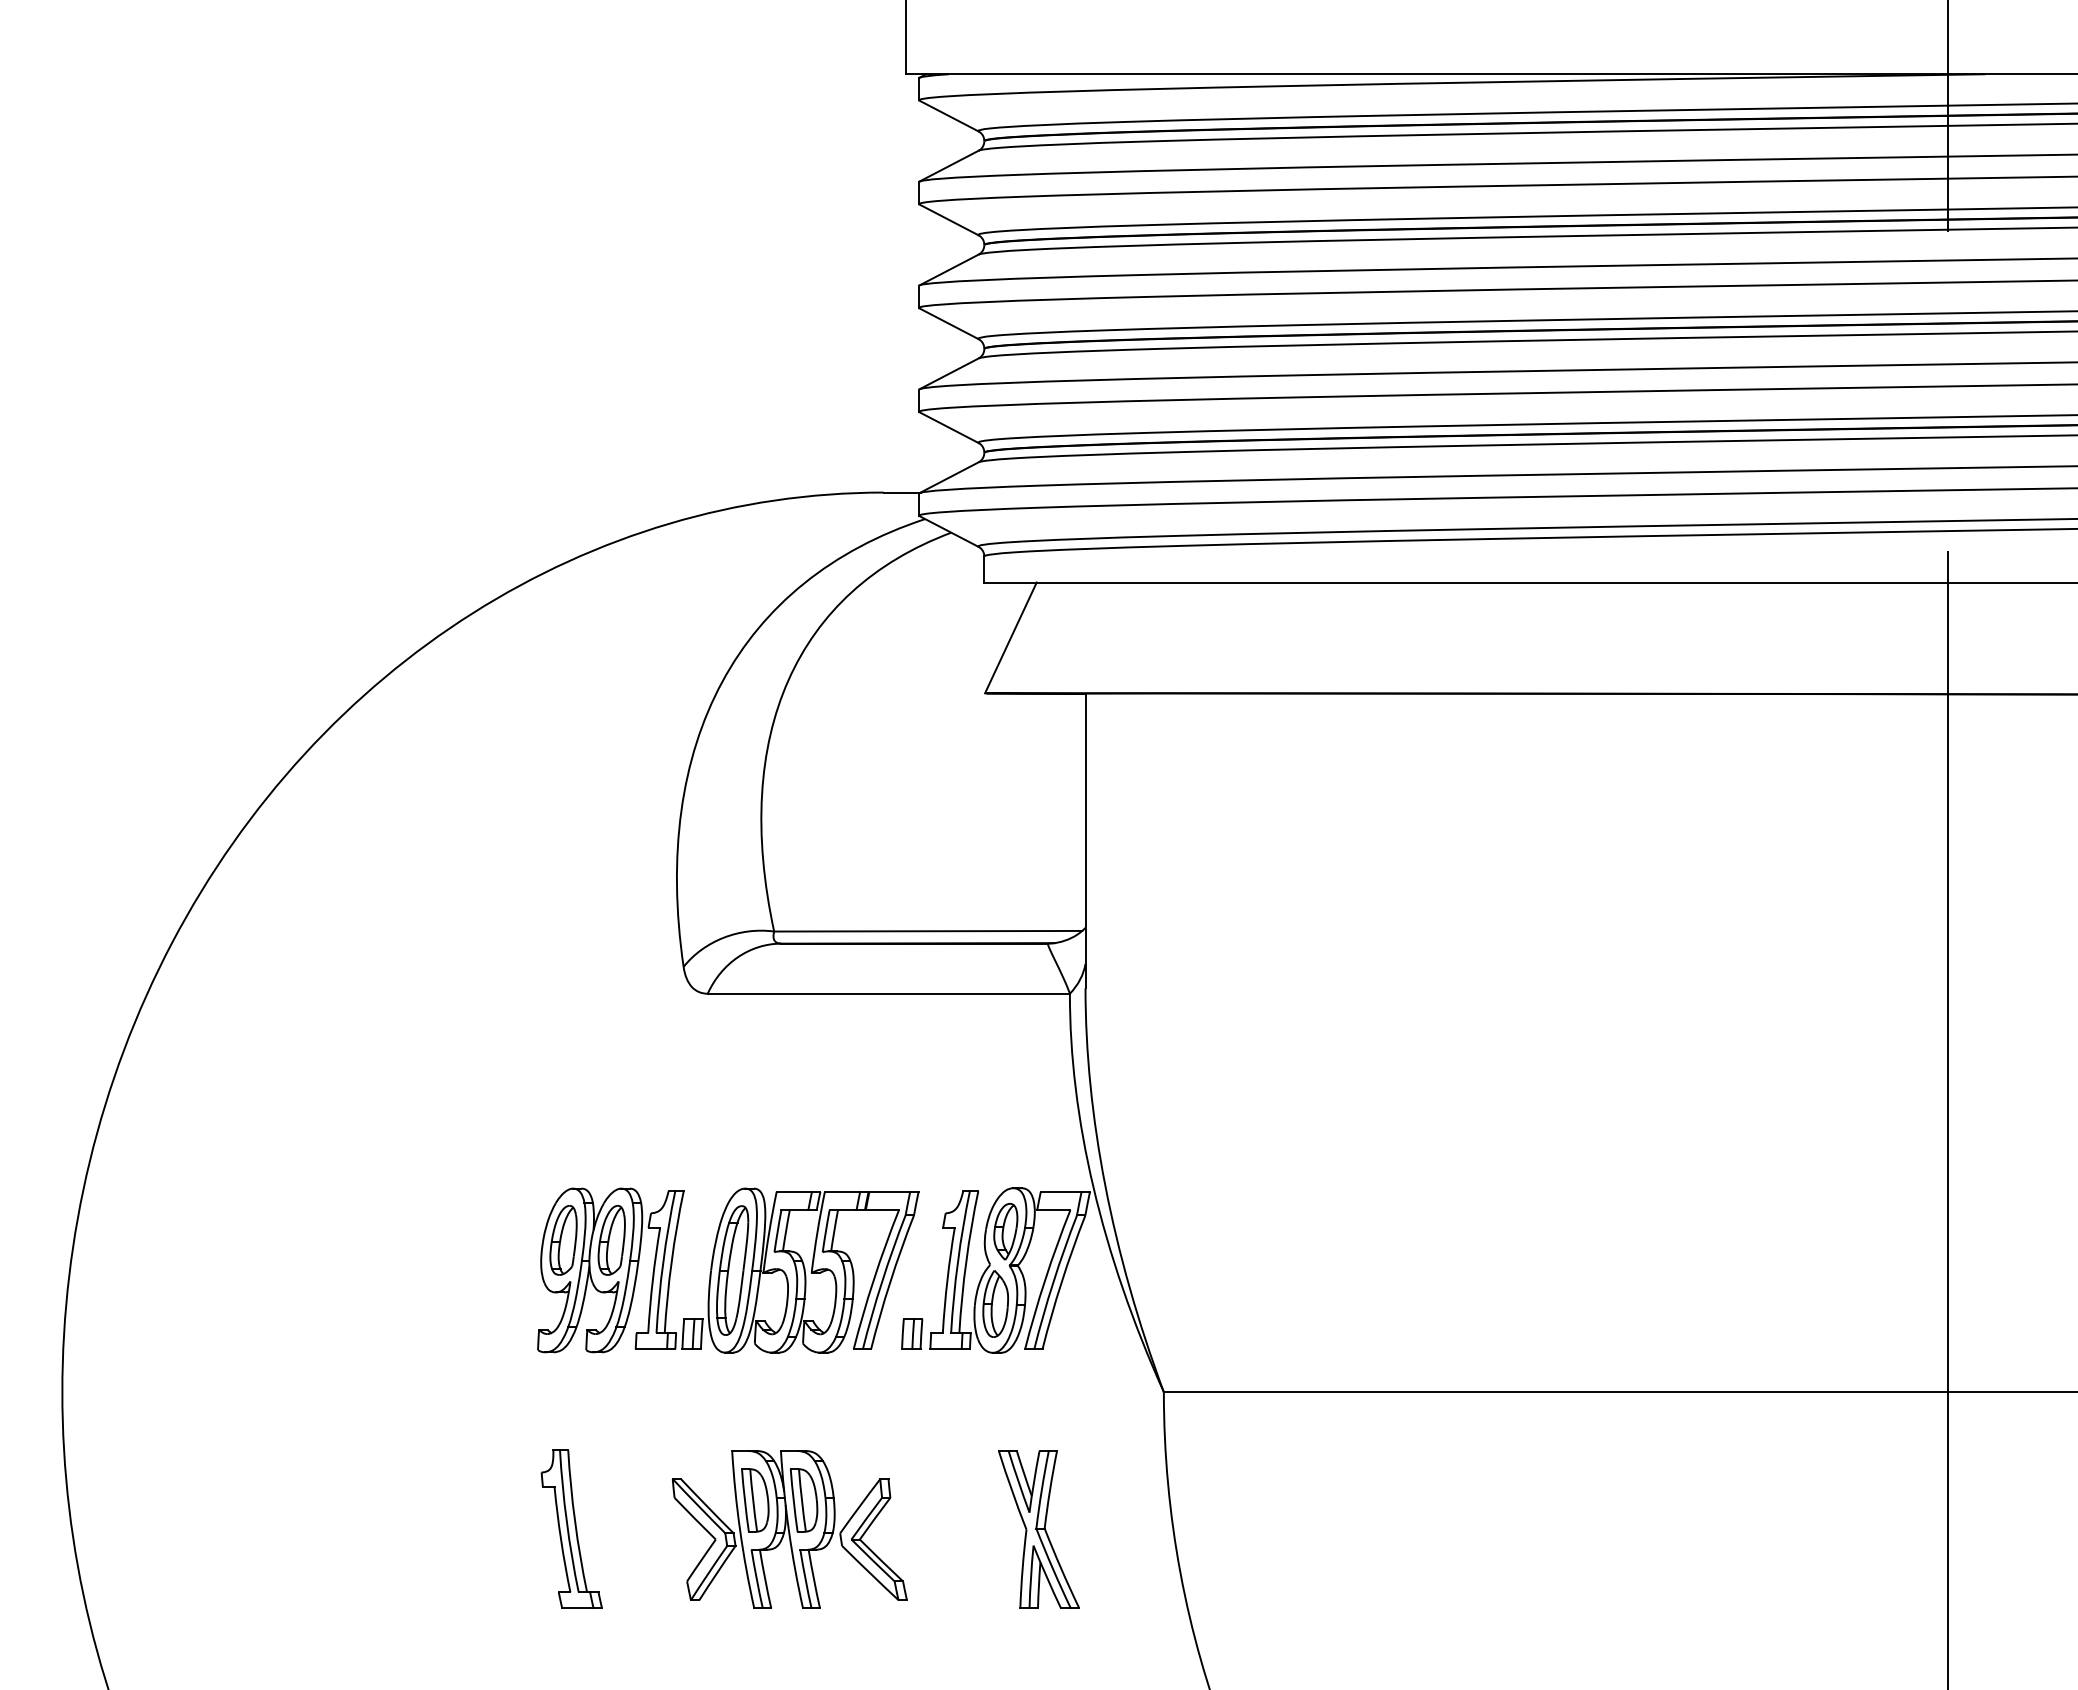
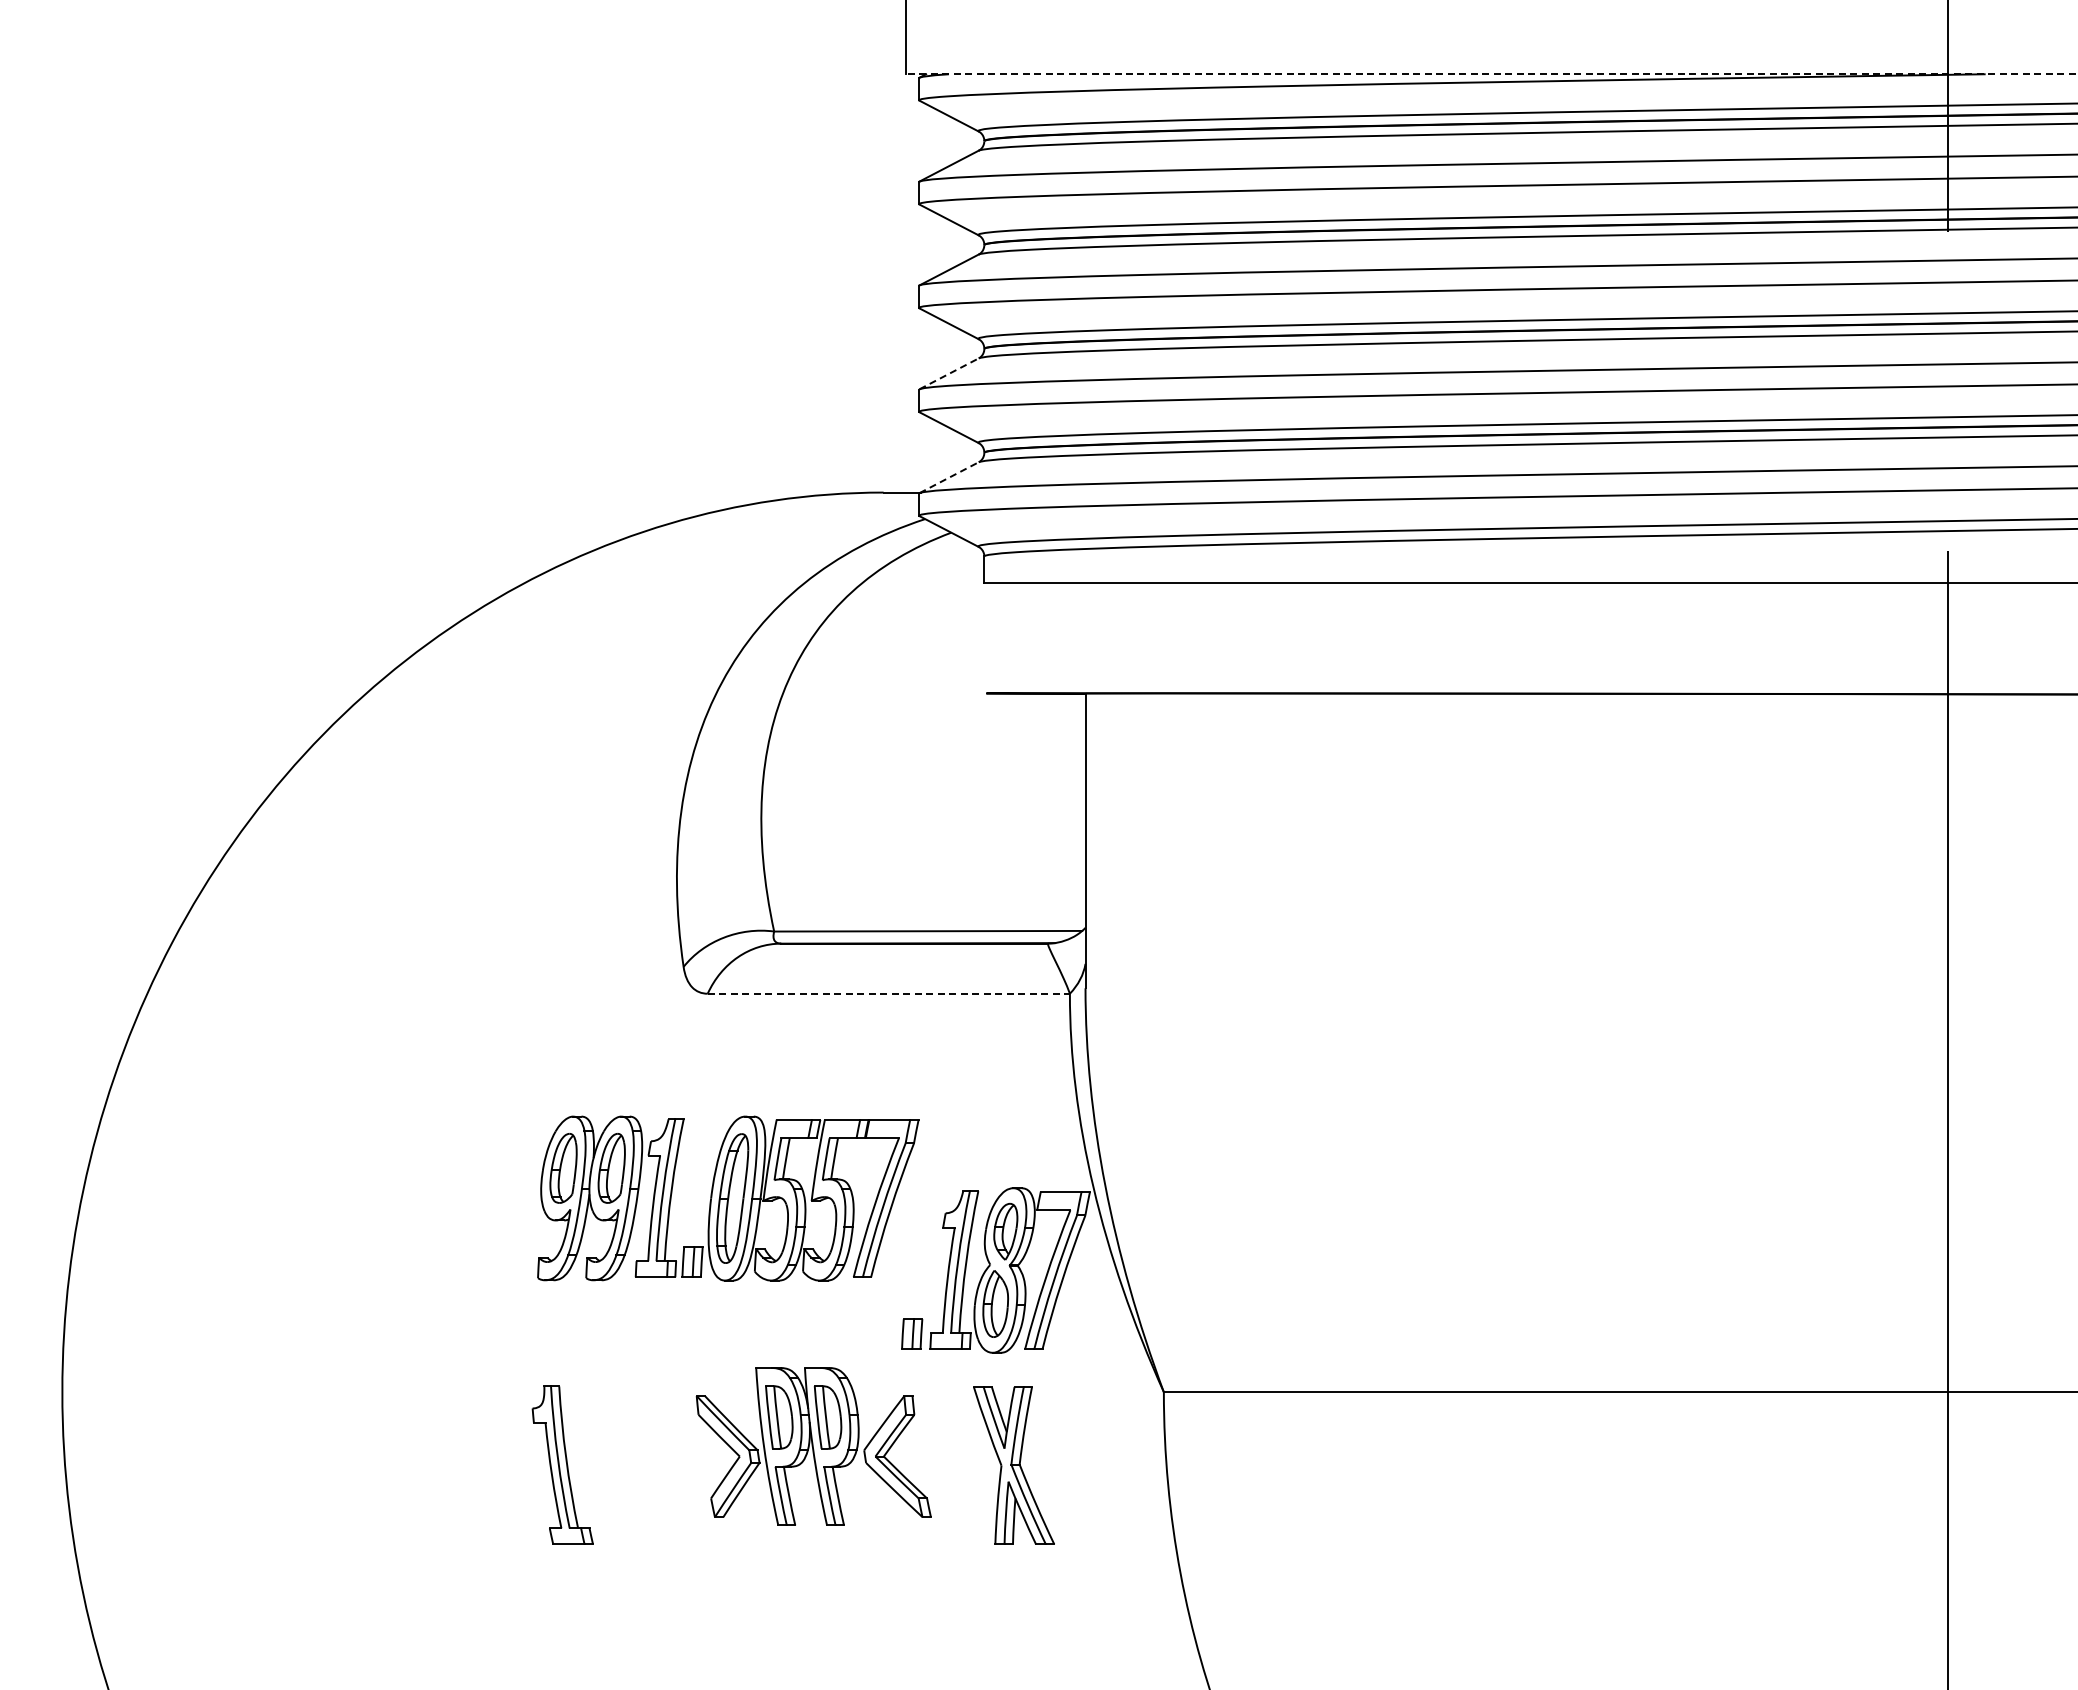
line at (1491, 74): solid -> dashed
line at (949, 373): solid -> dashed
line at (949, 477): solid -> dashed
line at (1010, 637): present -> none
line at (889, 993): solid -> dashed
part at (728, 1270) position: (728, 1270) -> (728, 1198)
part at (571, 1528) position: (571, 1528) -> (562, 1464)
part at (789, 1529) position: (789, 1529) -> (813, 1446)
part at (1038, 1529) position: (1038, 1529) -> (1013, 1465)
